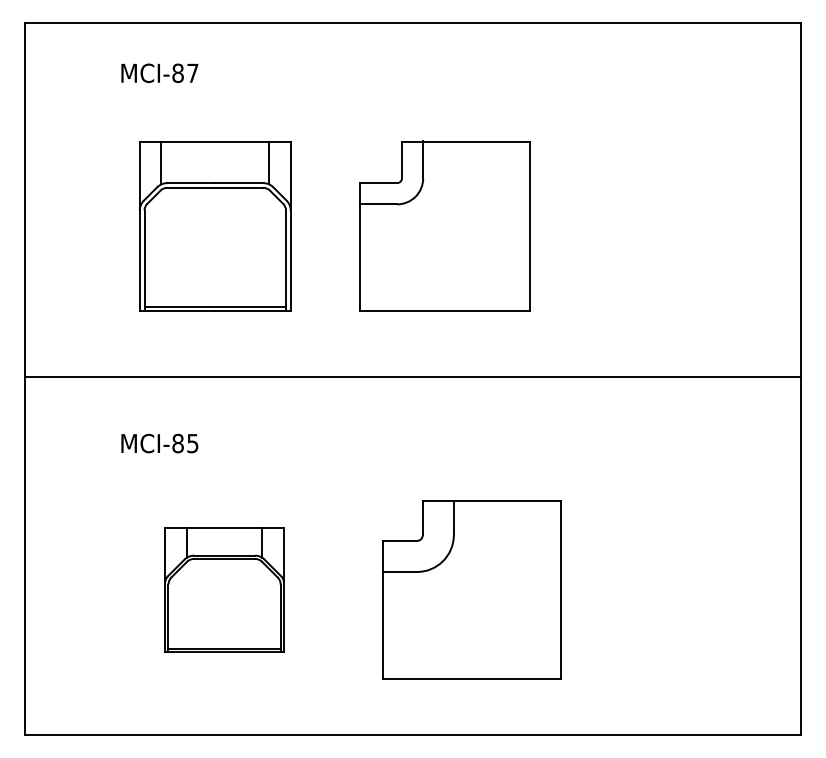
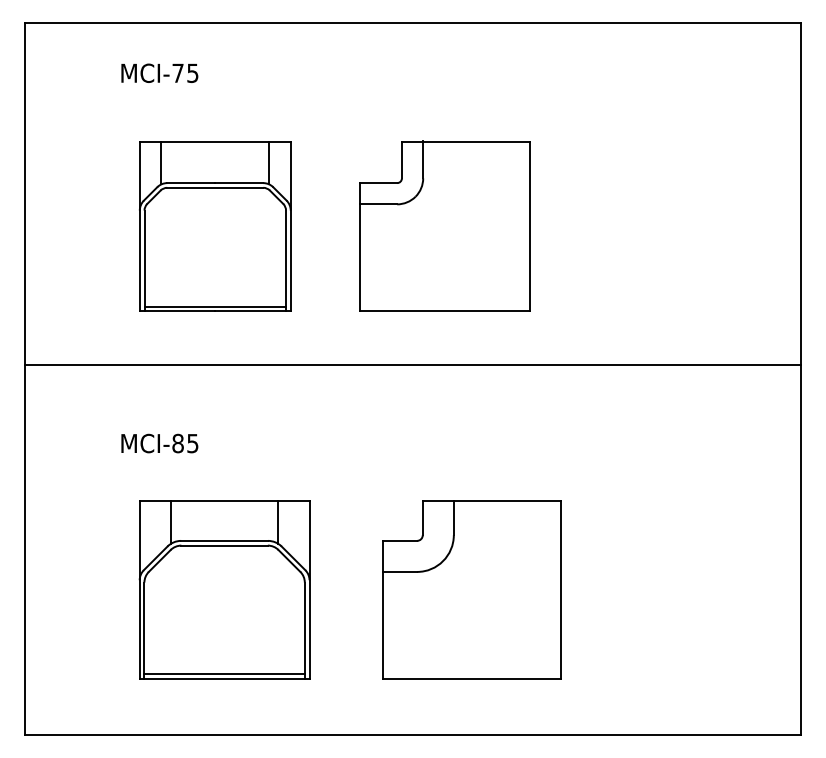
text at (185, 73): MCI-87 -> MCI-75
line at (412, 377) position: (412, 377) -> (412, 365)
part at (224, 589) size: 121x126 px -> 173x180 px
